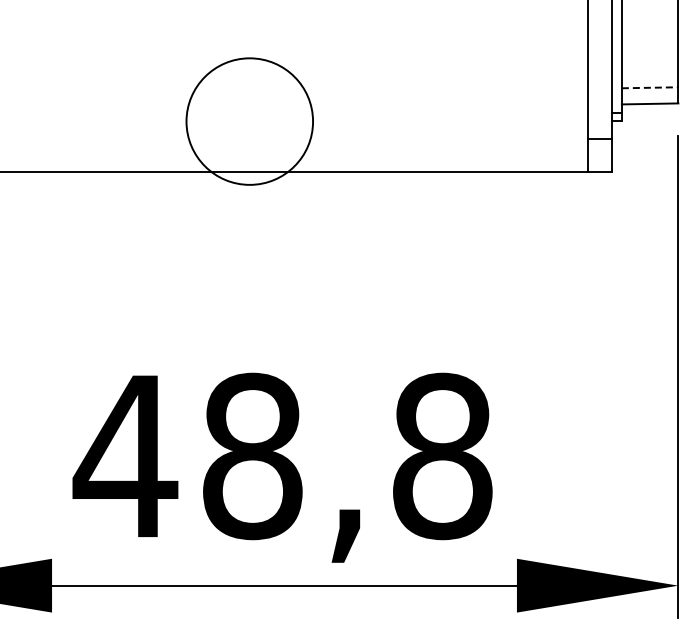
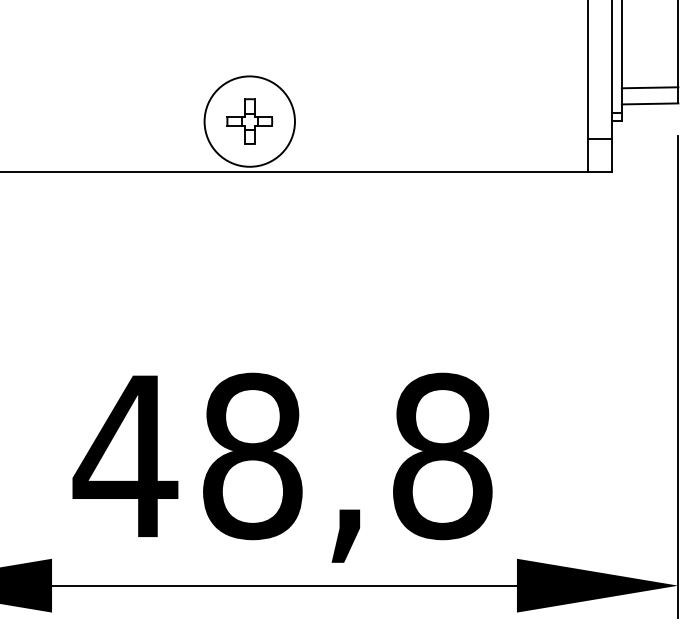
line at (650, 87): dashed -> solid
circle at (249, 121) diameter: 127 px -> 90 px
part at (249, 121): none -> present
